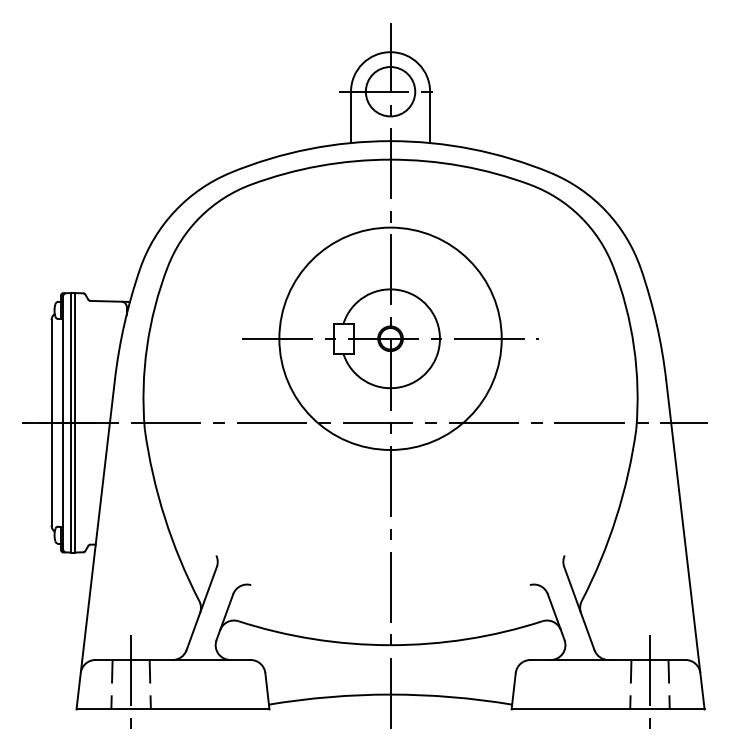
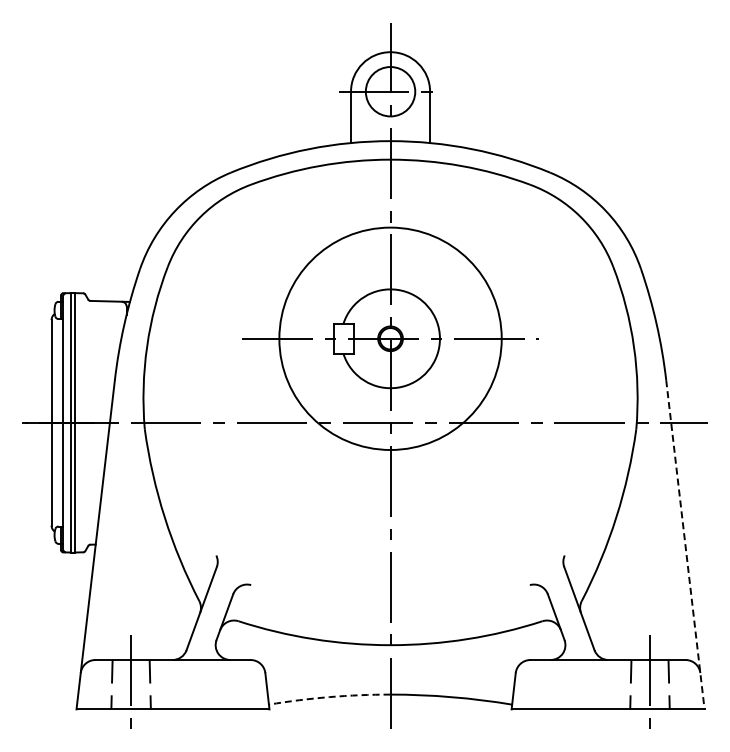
line at (685, 544): solid -> dashed
arc at (329, 697): solid -> dashed
